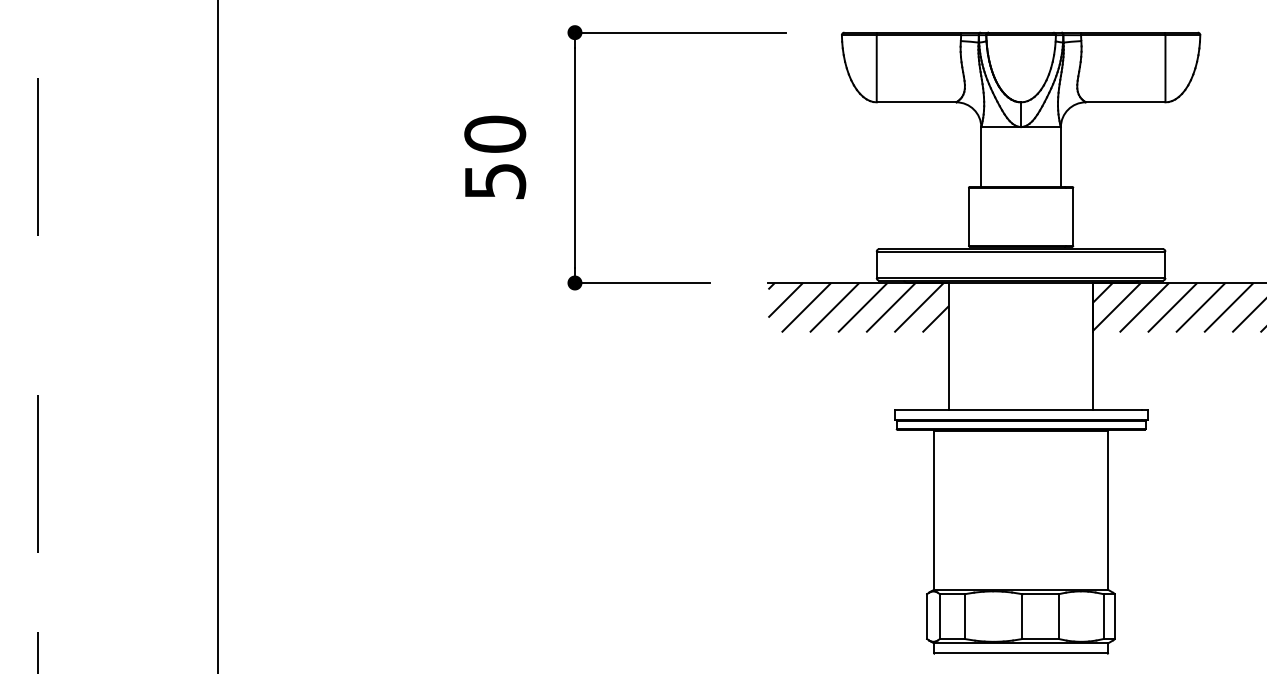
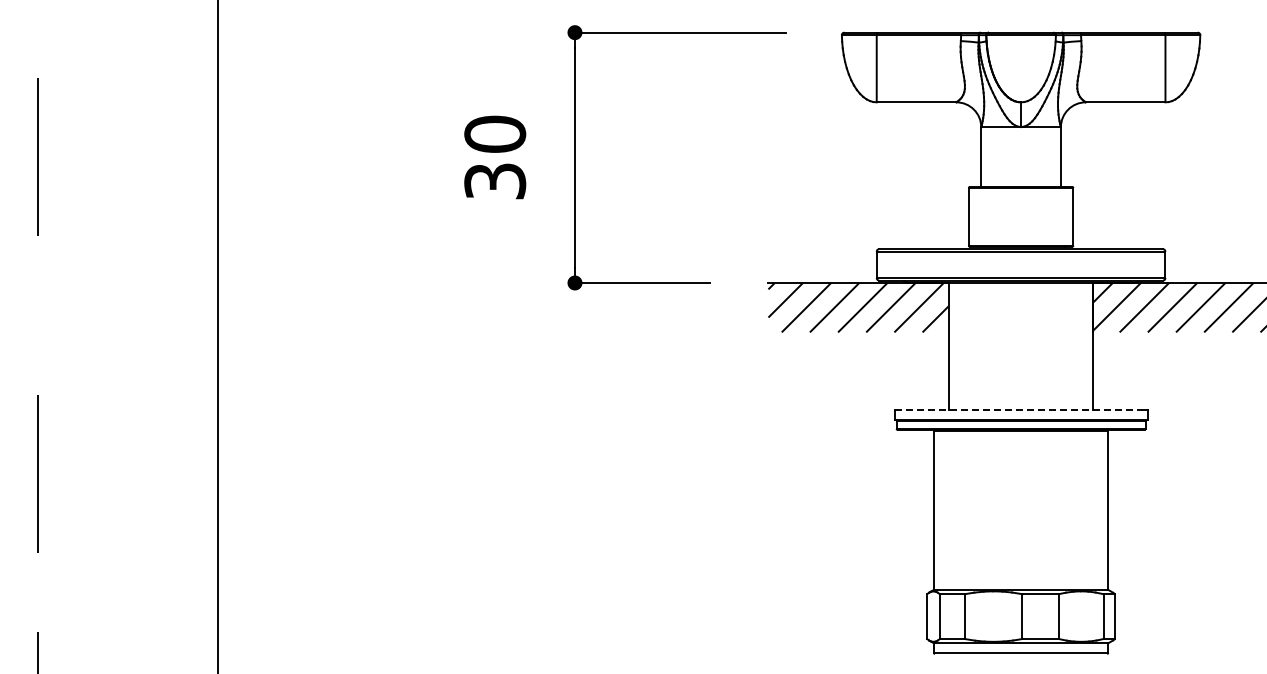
text at (494, 180): 50 -> 30
line at (1018, 410): solid -> dashed
